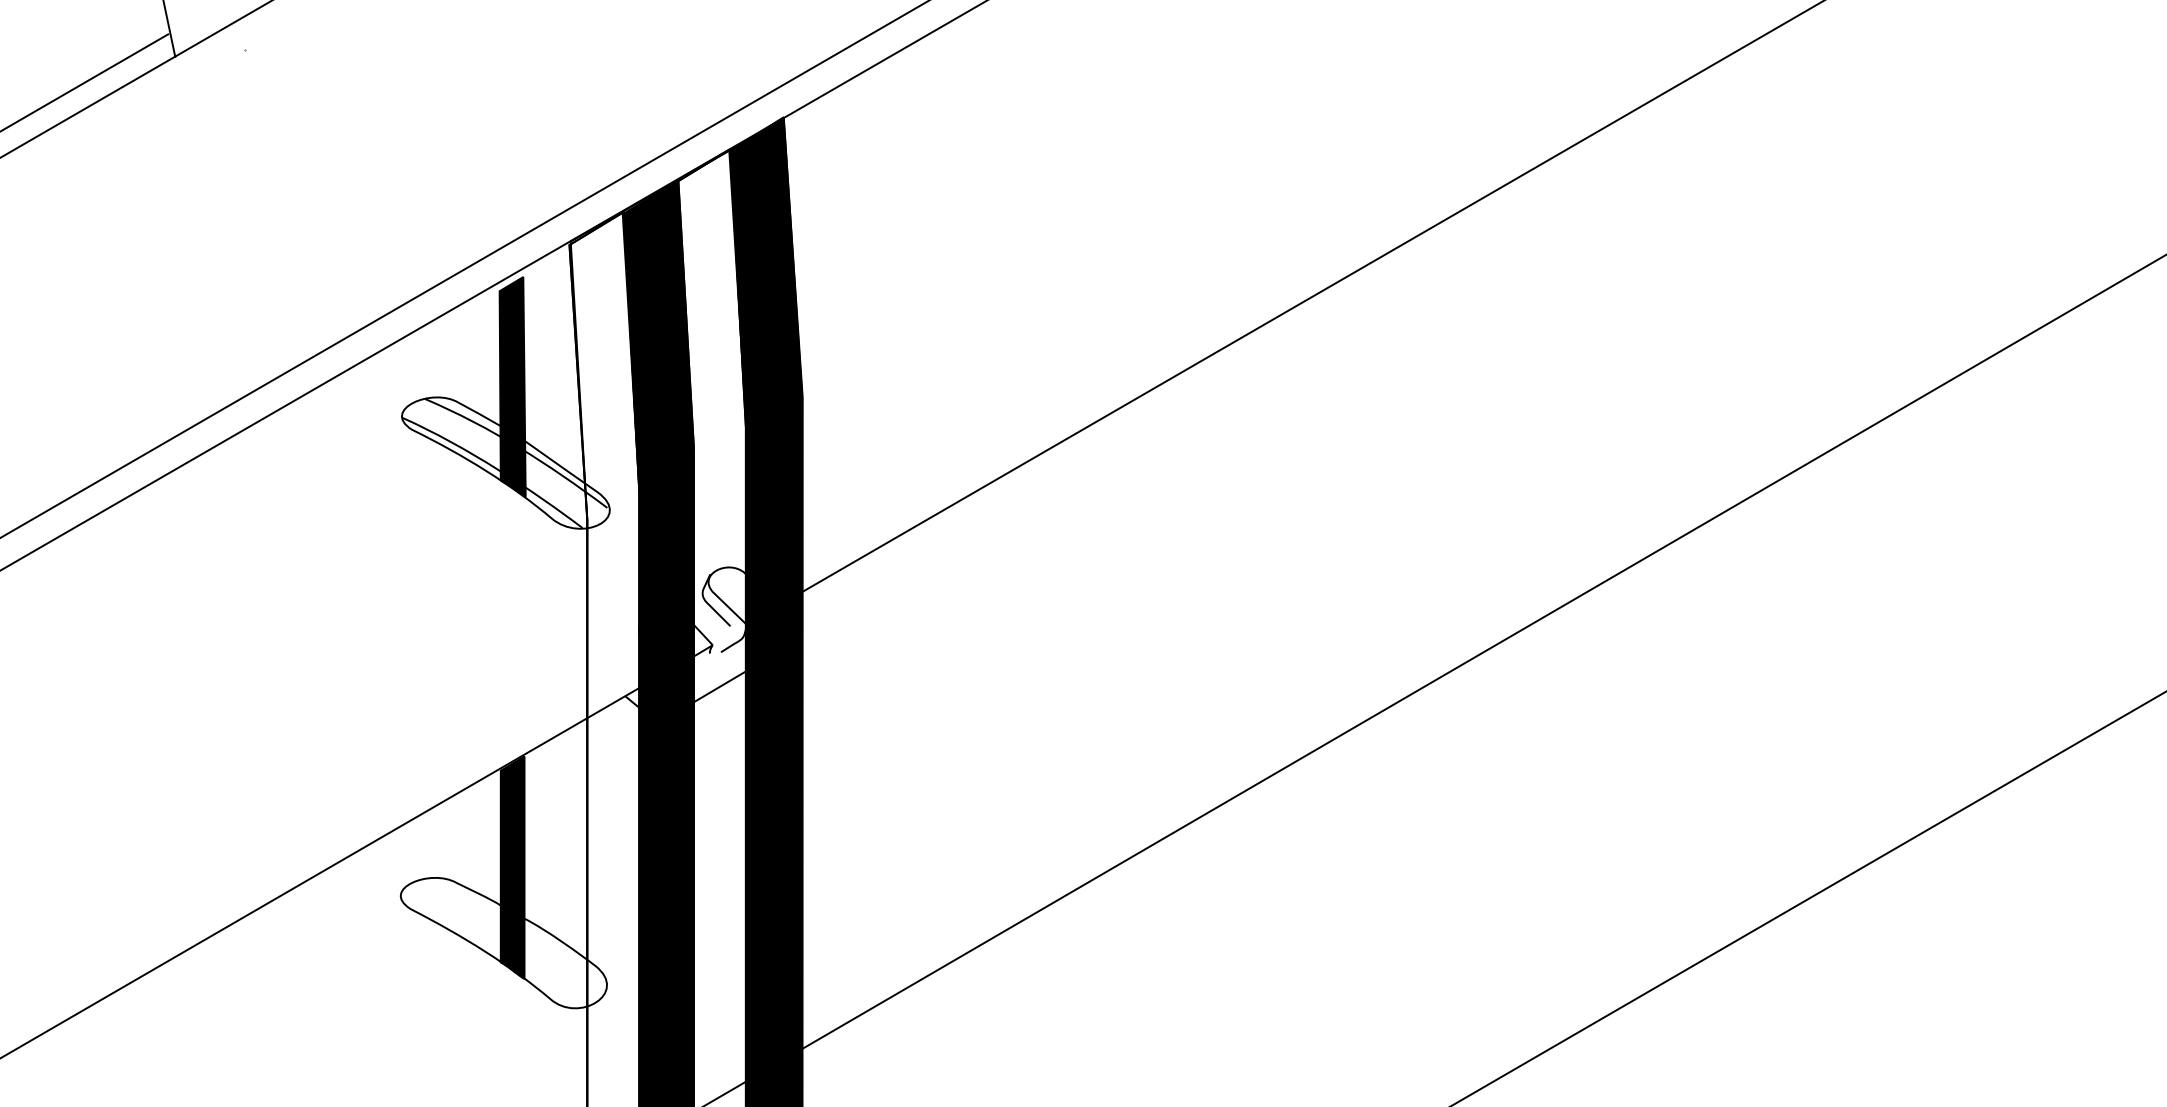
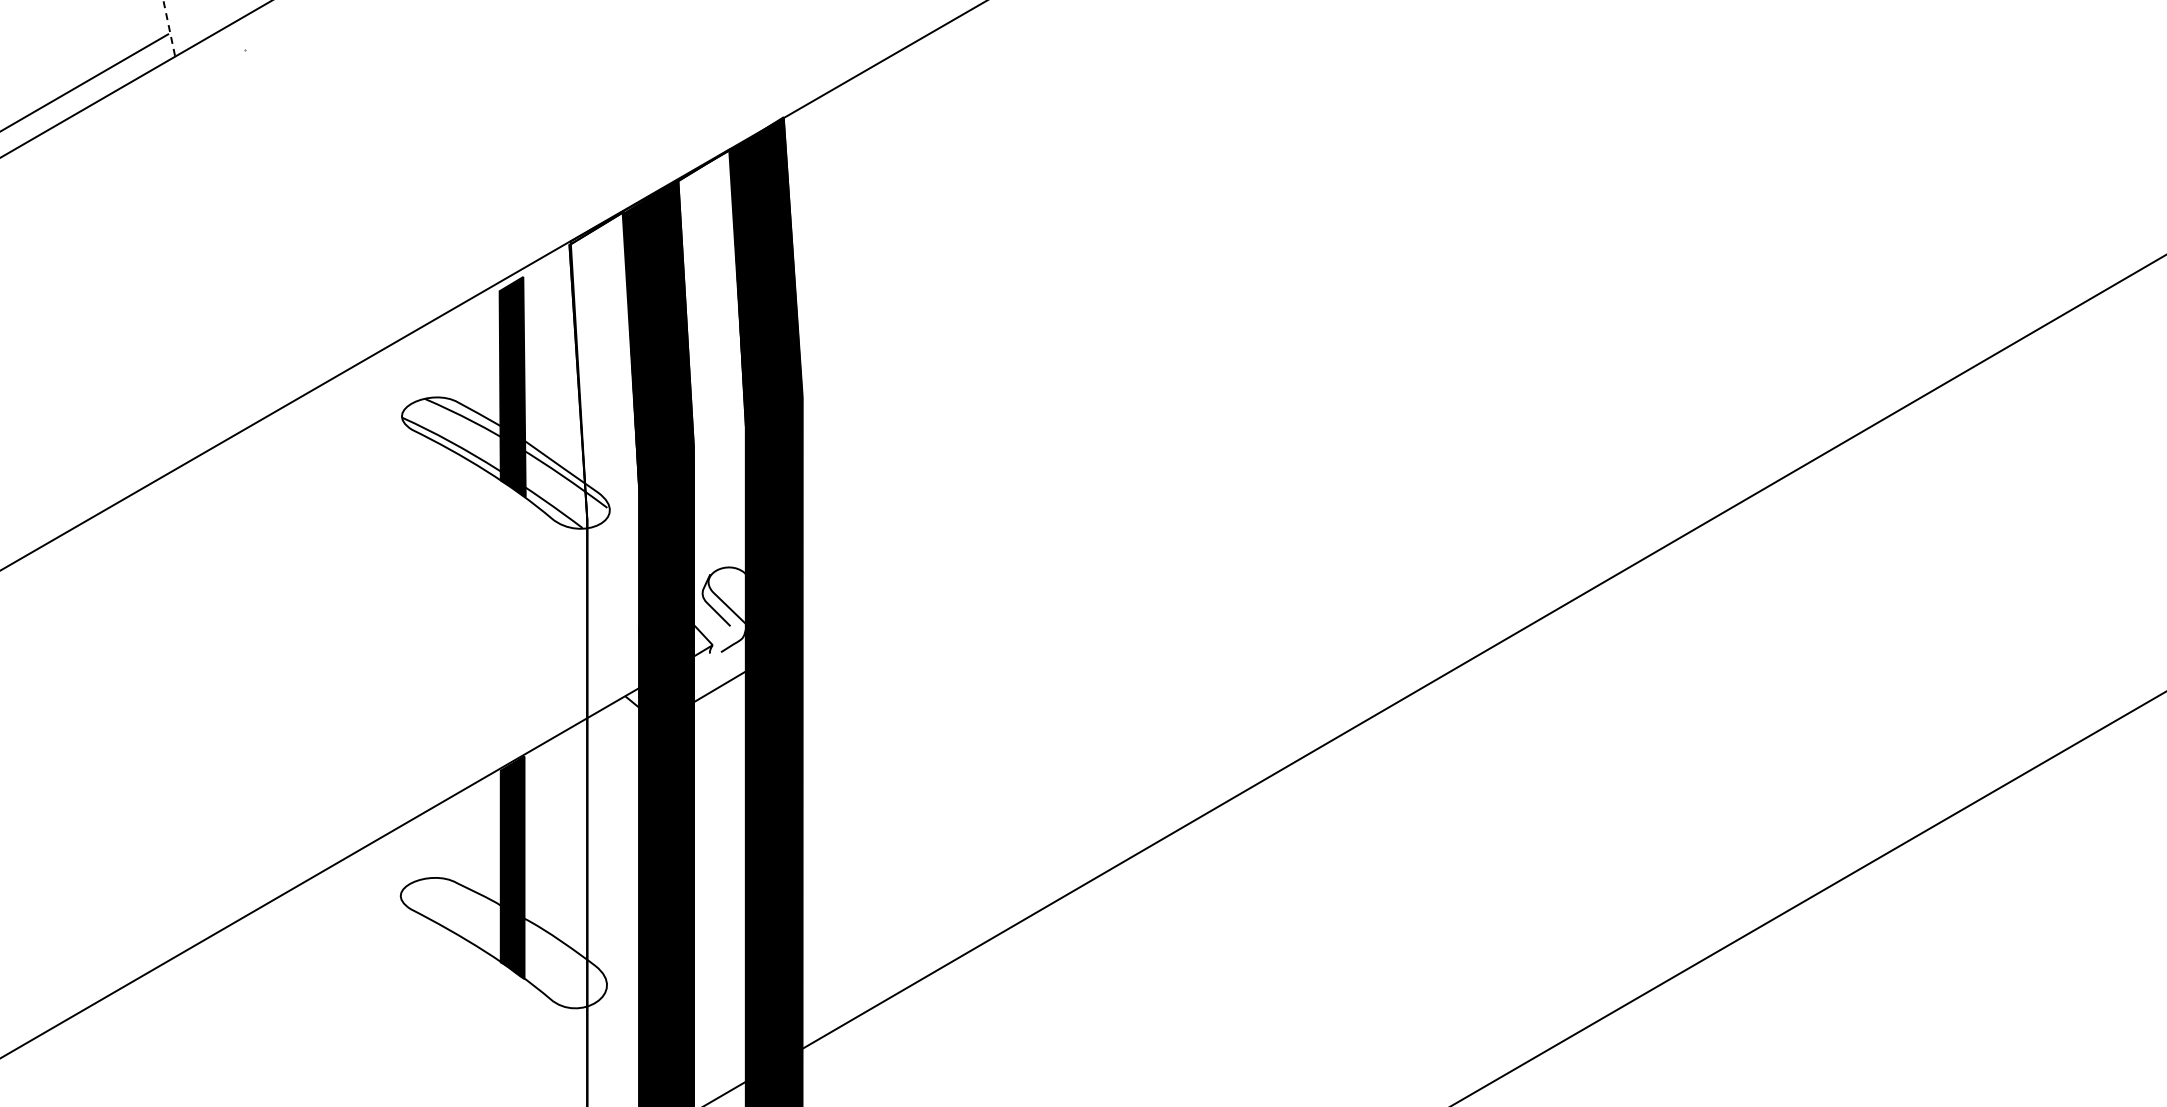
line at (169, 28): solid -> dashed
line at (464, 269): present -> none
line at (1299, 304): present -> none
